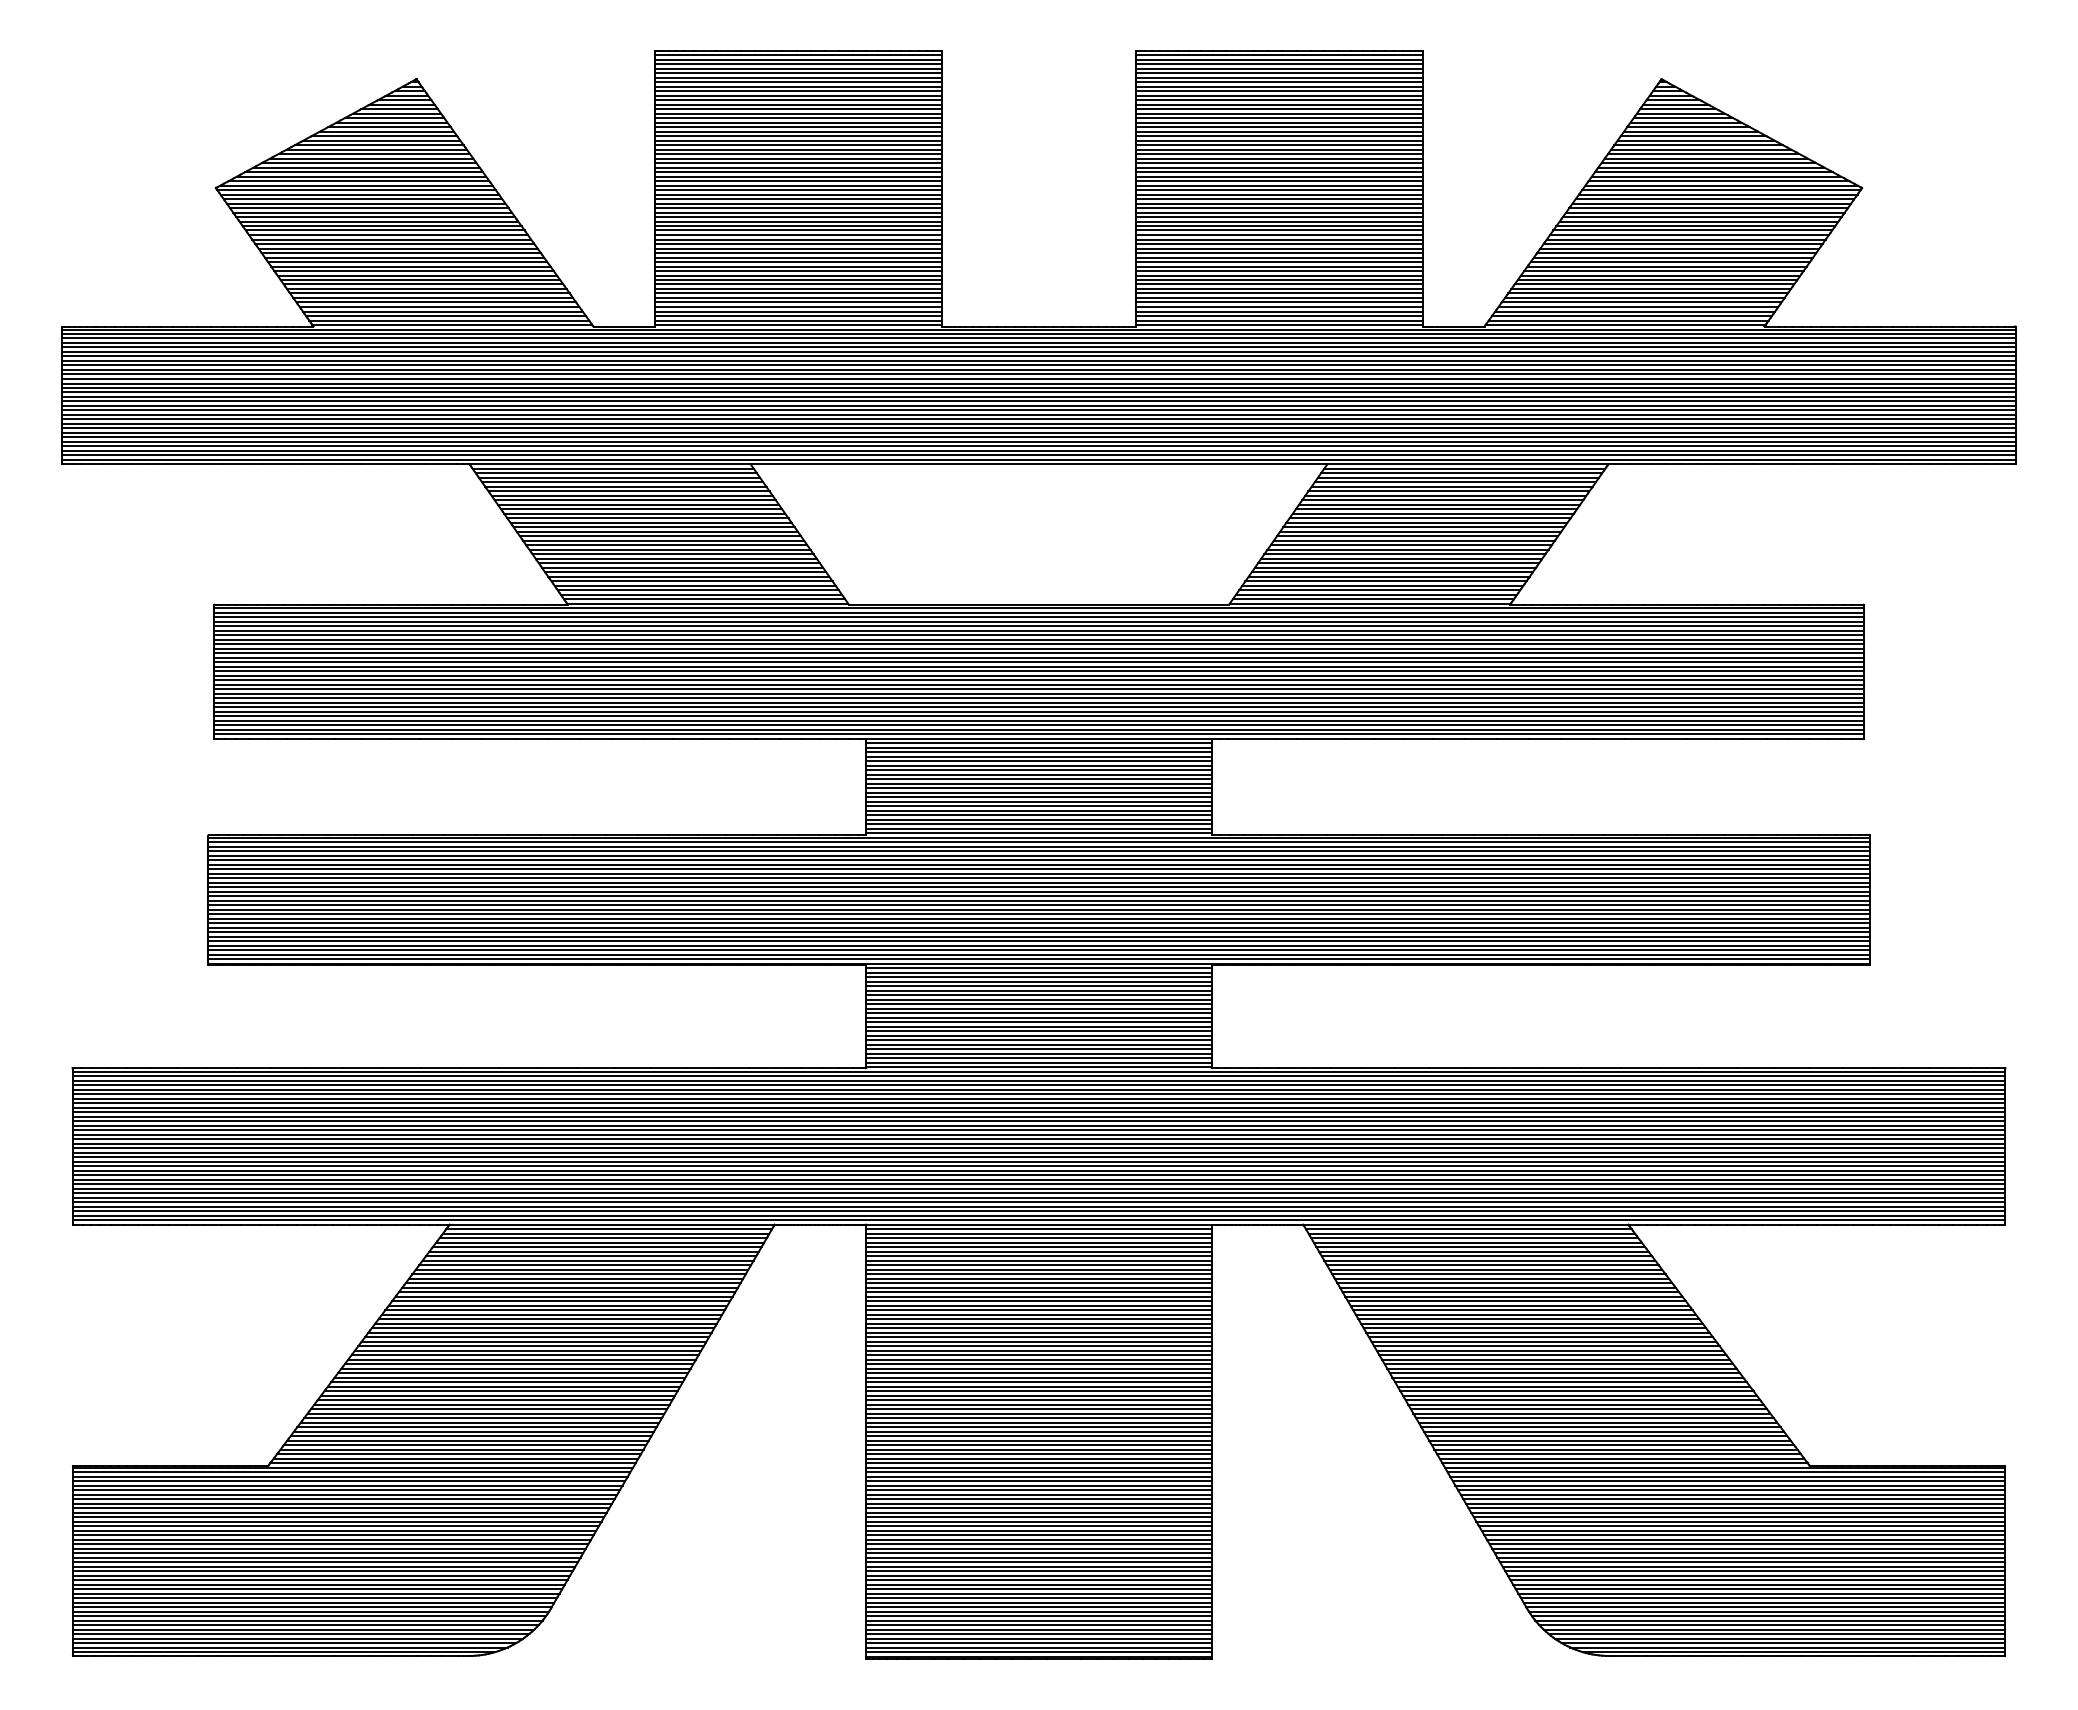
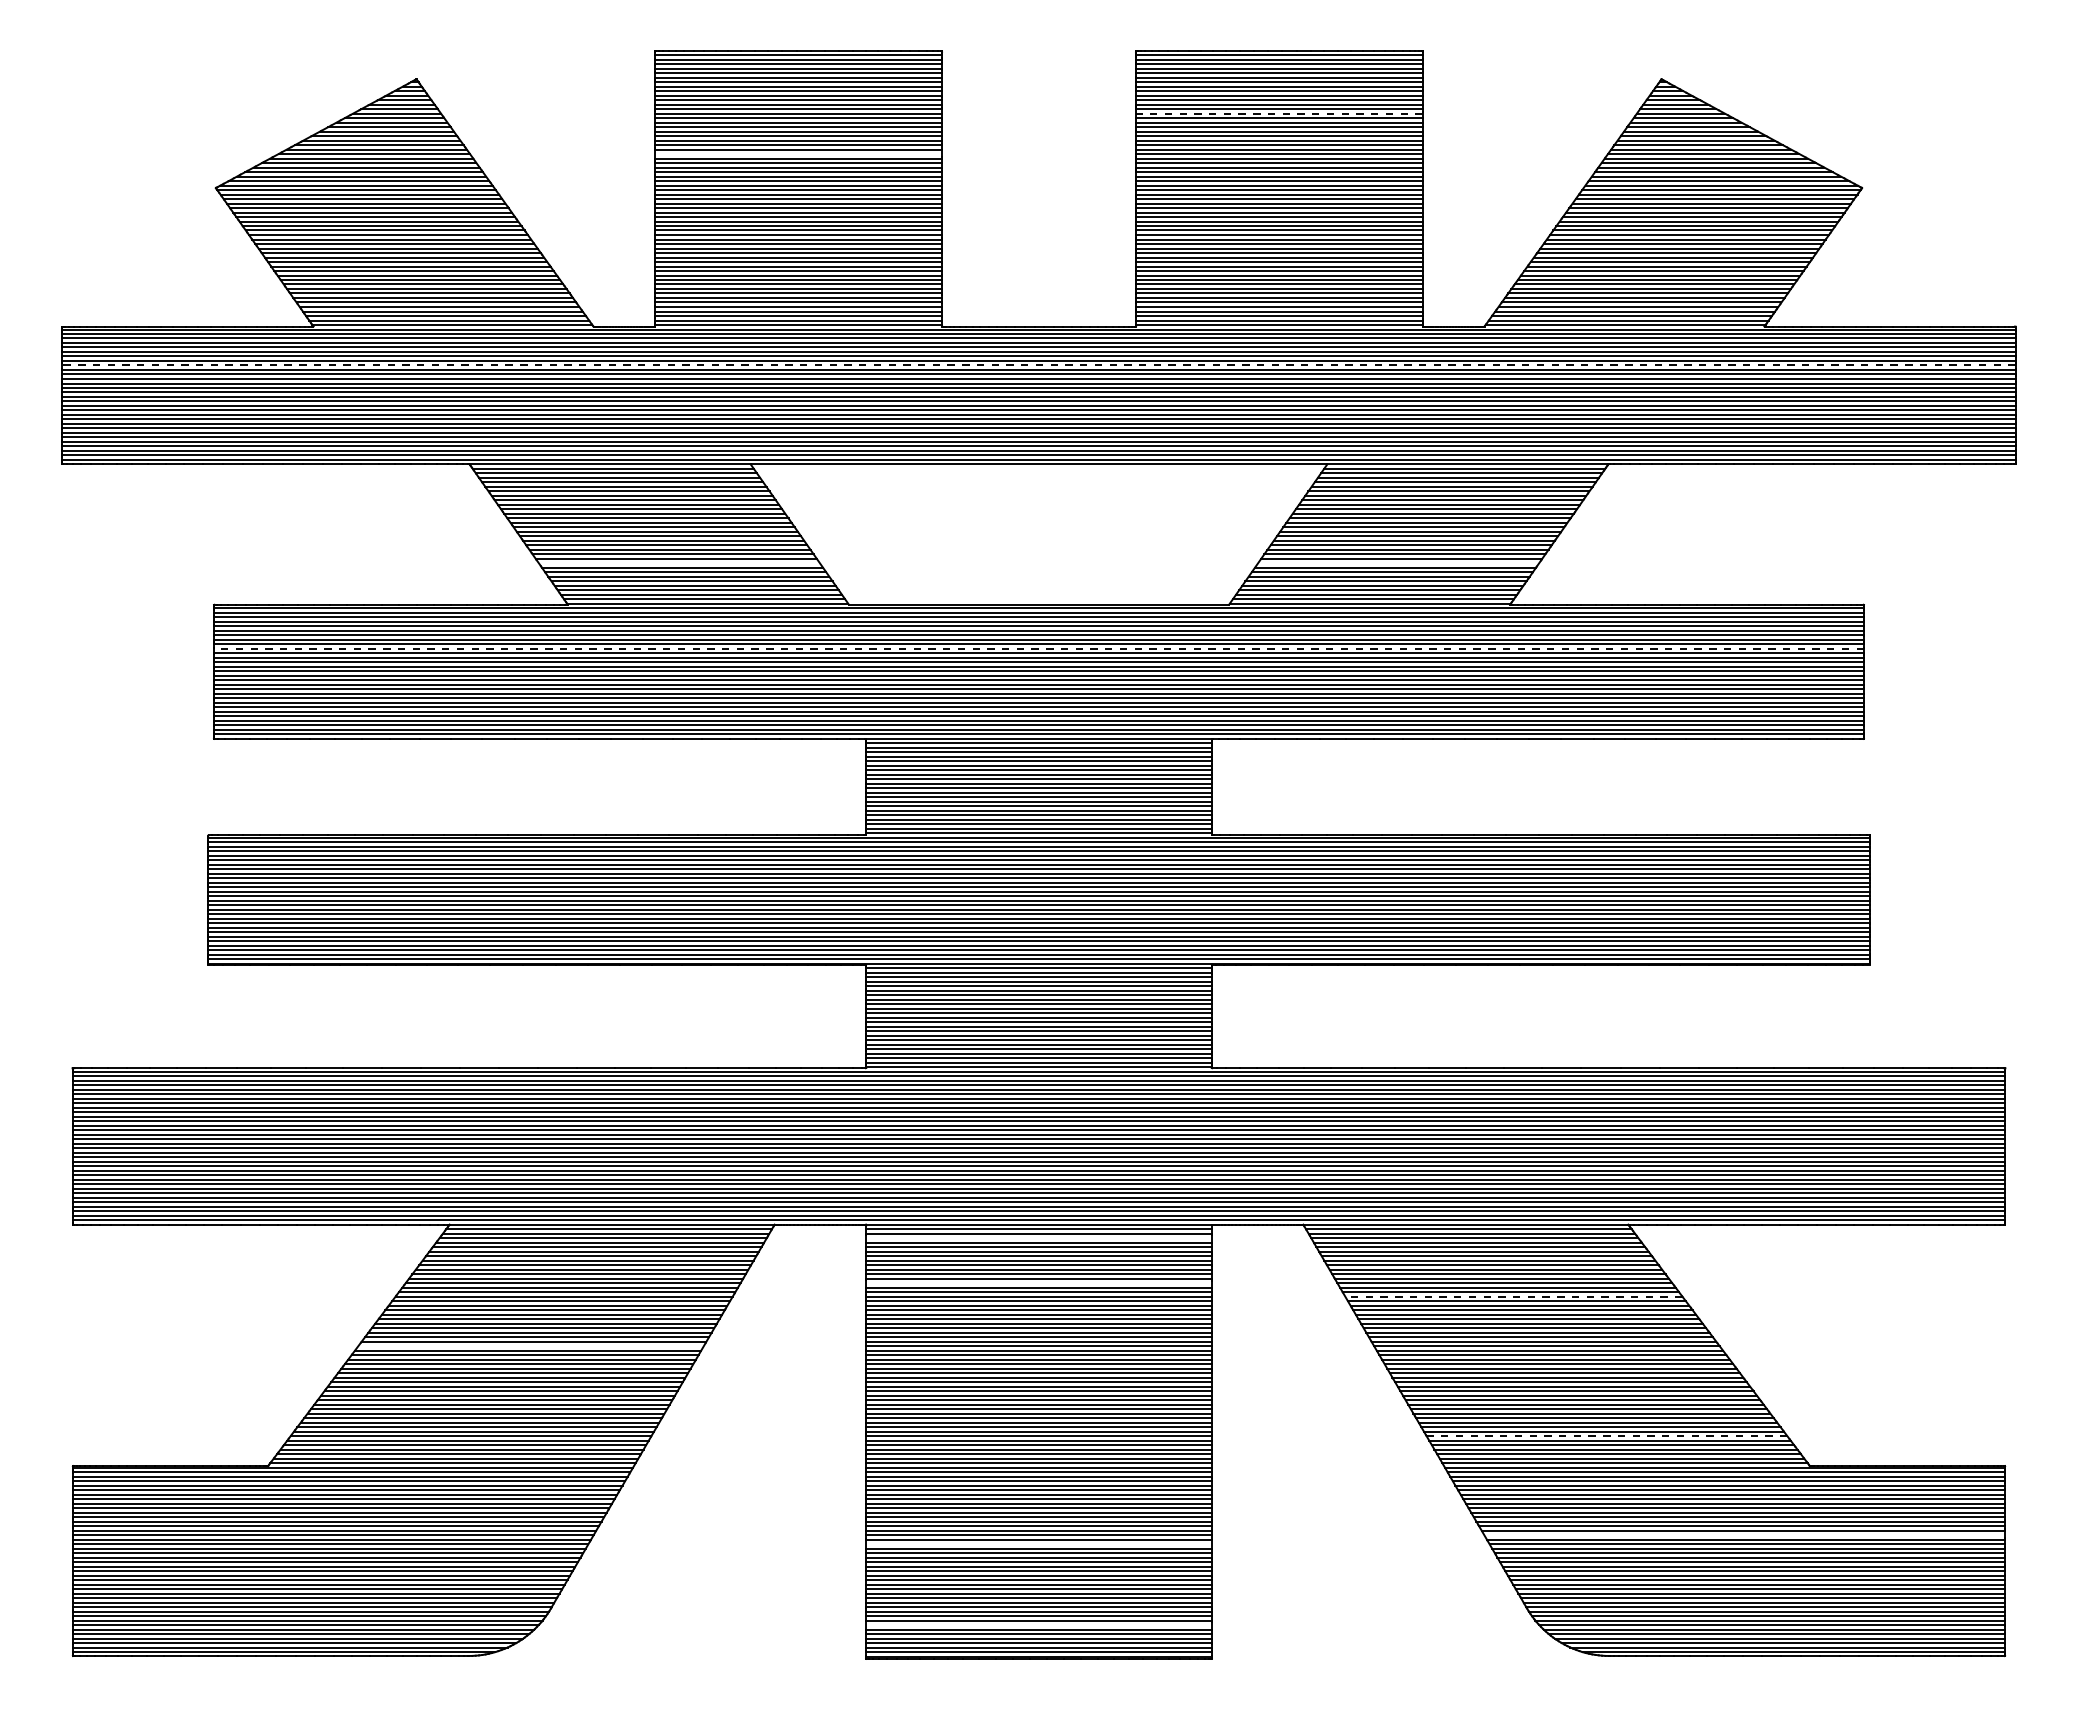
line at (1278, 113): solid -> dashed
line at (798, 154): present -> none
line at (1038, 365): solid -> dashed
line at (679, 563): present -> none
line at (1398, 563): present -> none
line at (1038, 648): solid -> dashed
line at (1038, 1238): present -> none
line at (1038, 1283): present -> none
line at (1513, 1296): solid -> dashed
line at (530, 1346): present -> none
line at (1606, 1436): solid -> dashed
line at (1744, 1535): present -> none
line at (1038, 1544): present -> none
line at (1038, 1625): present -> none
